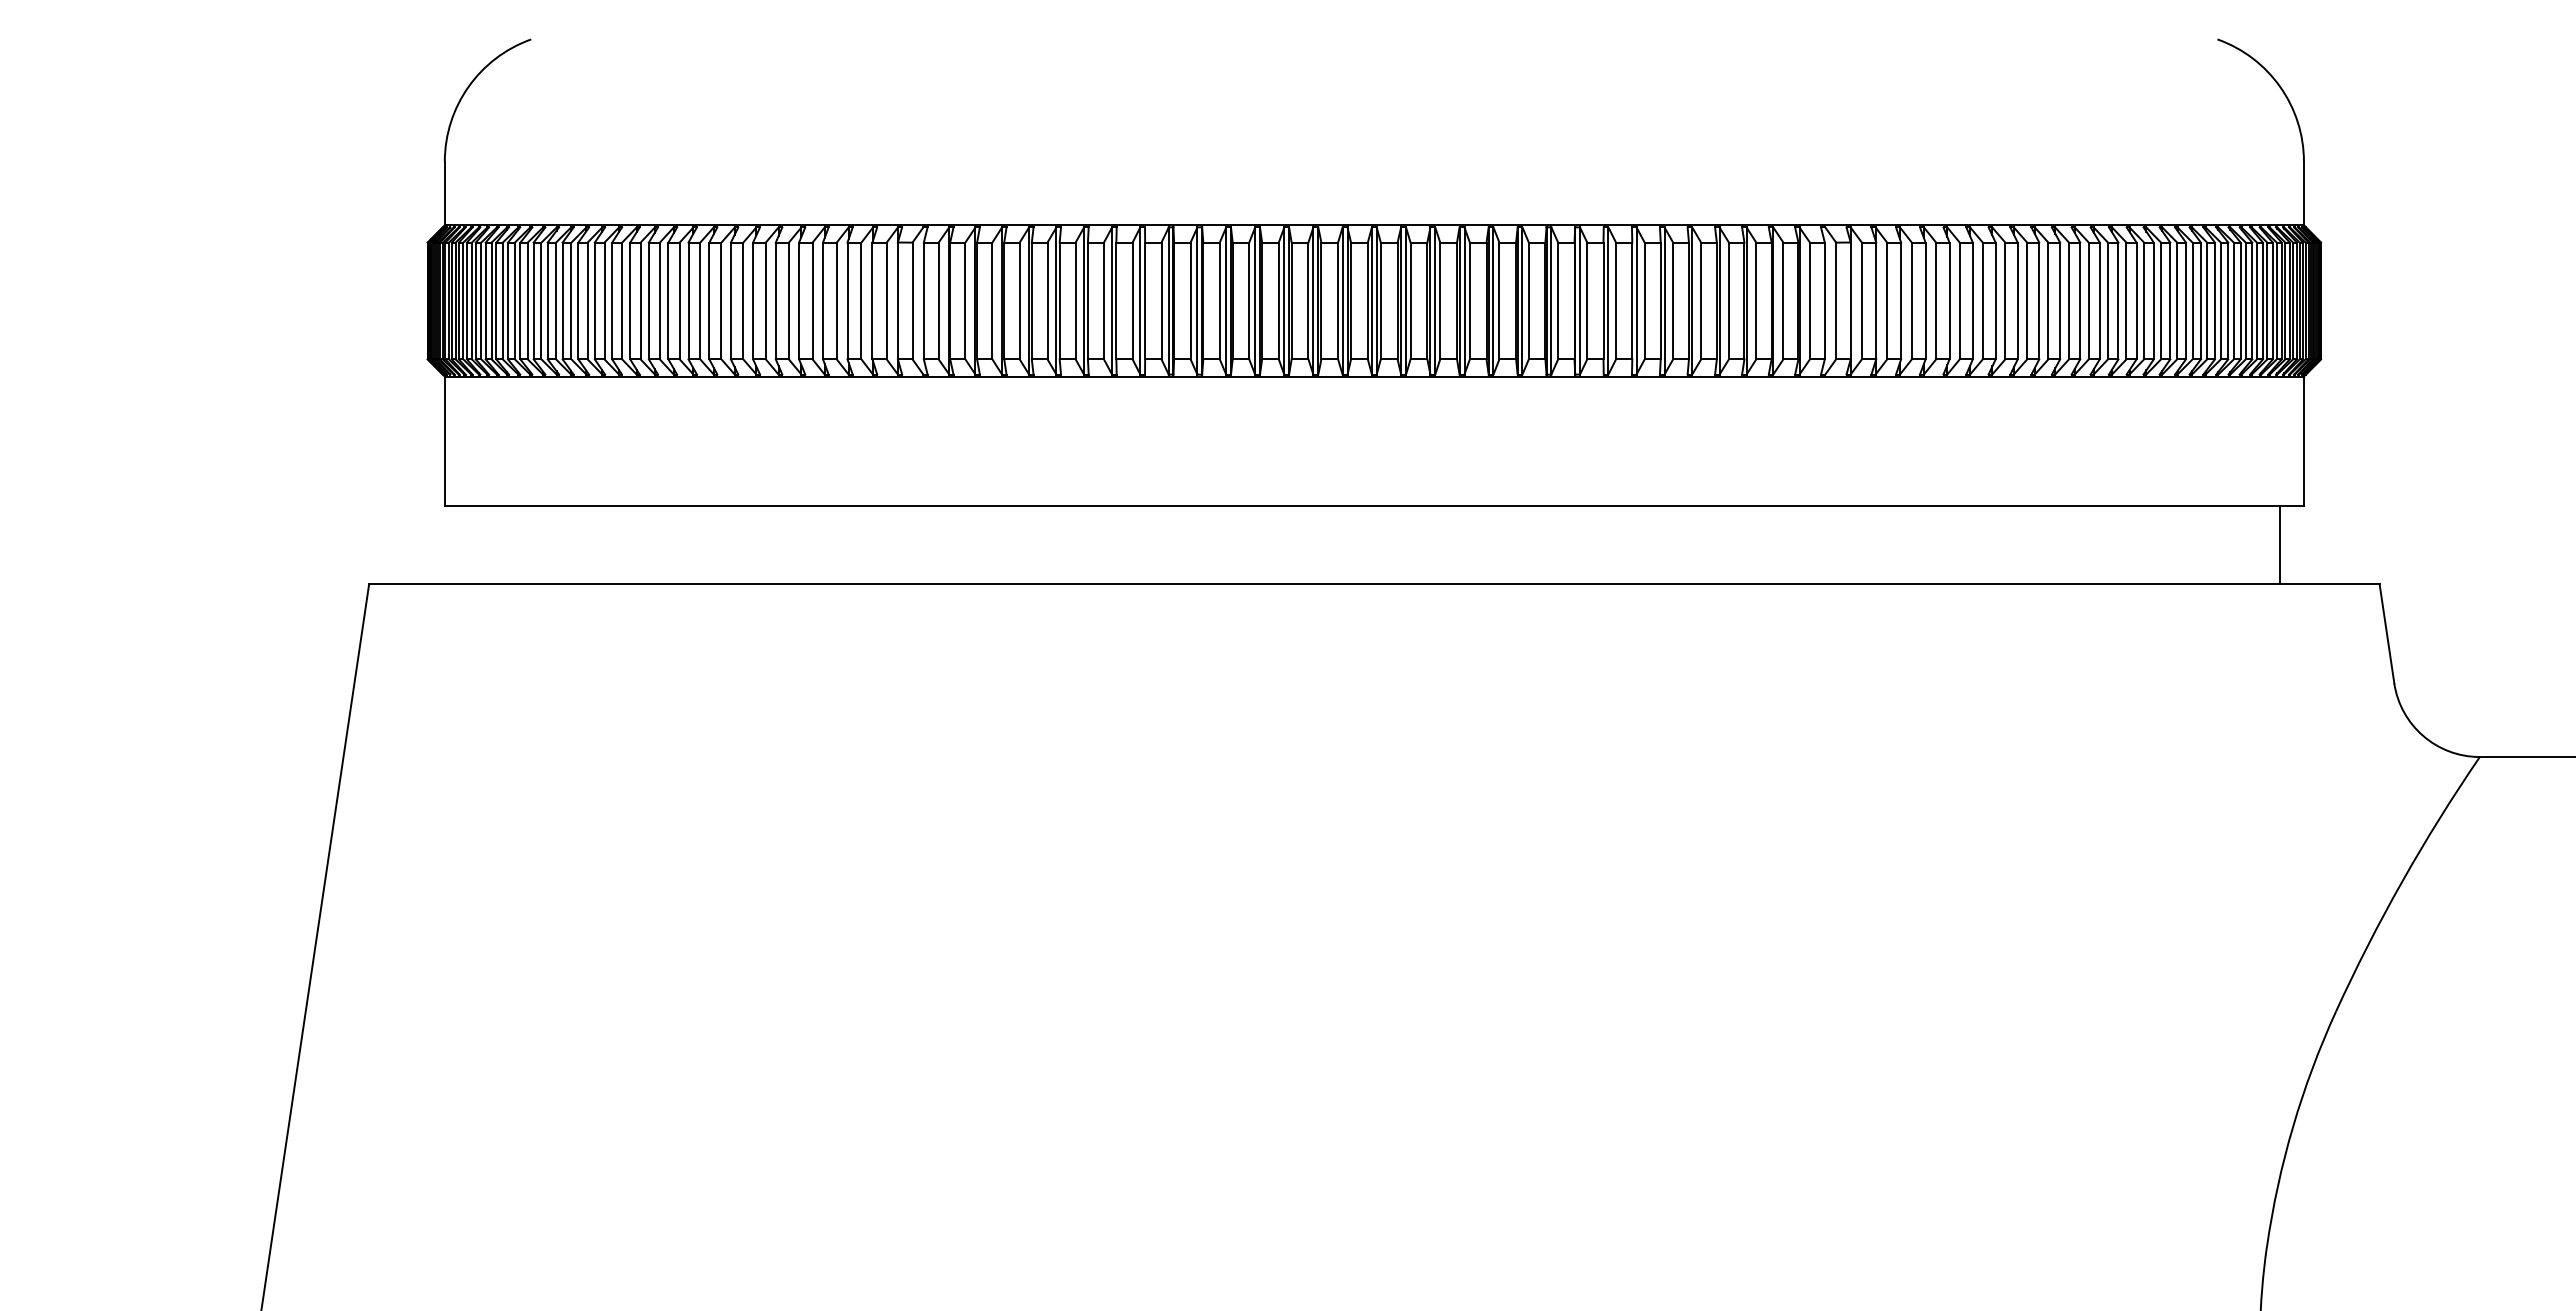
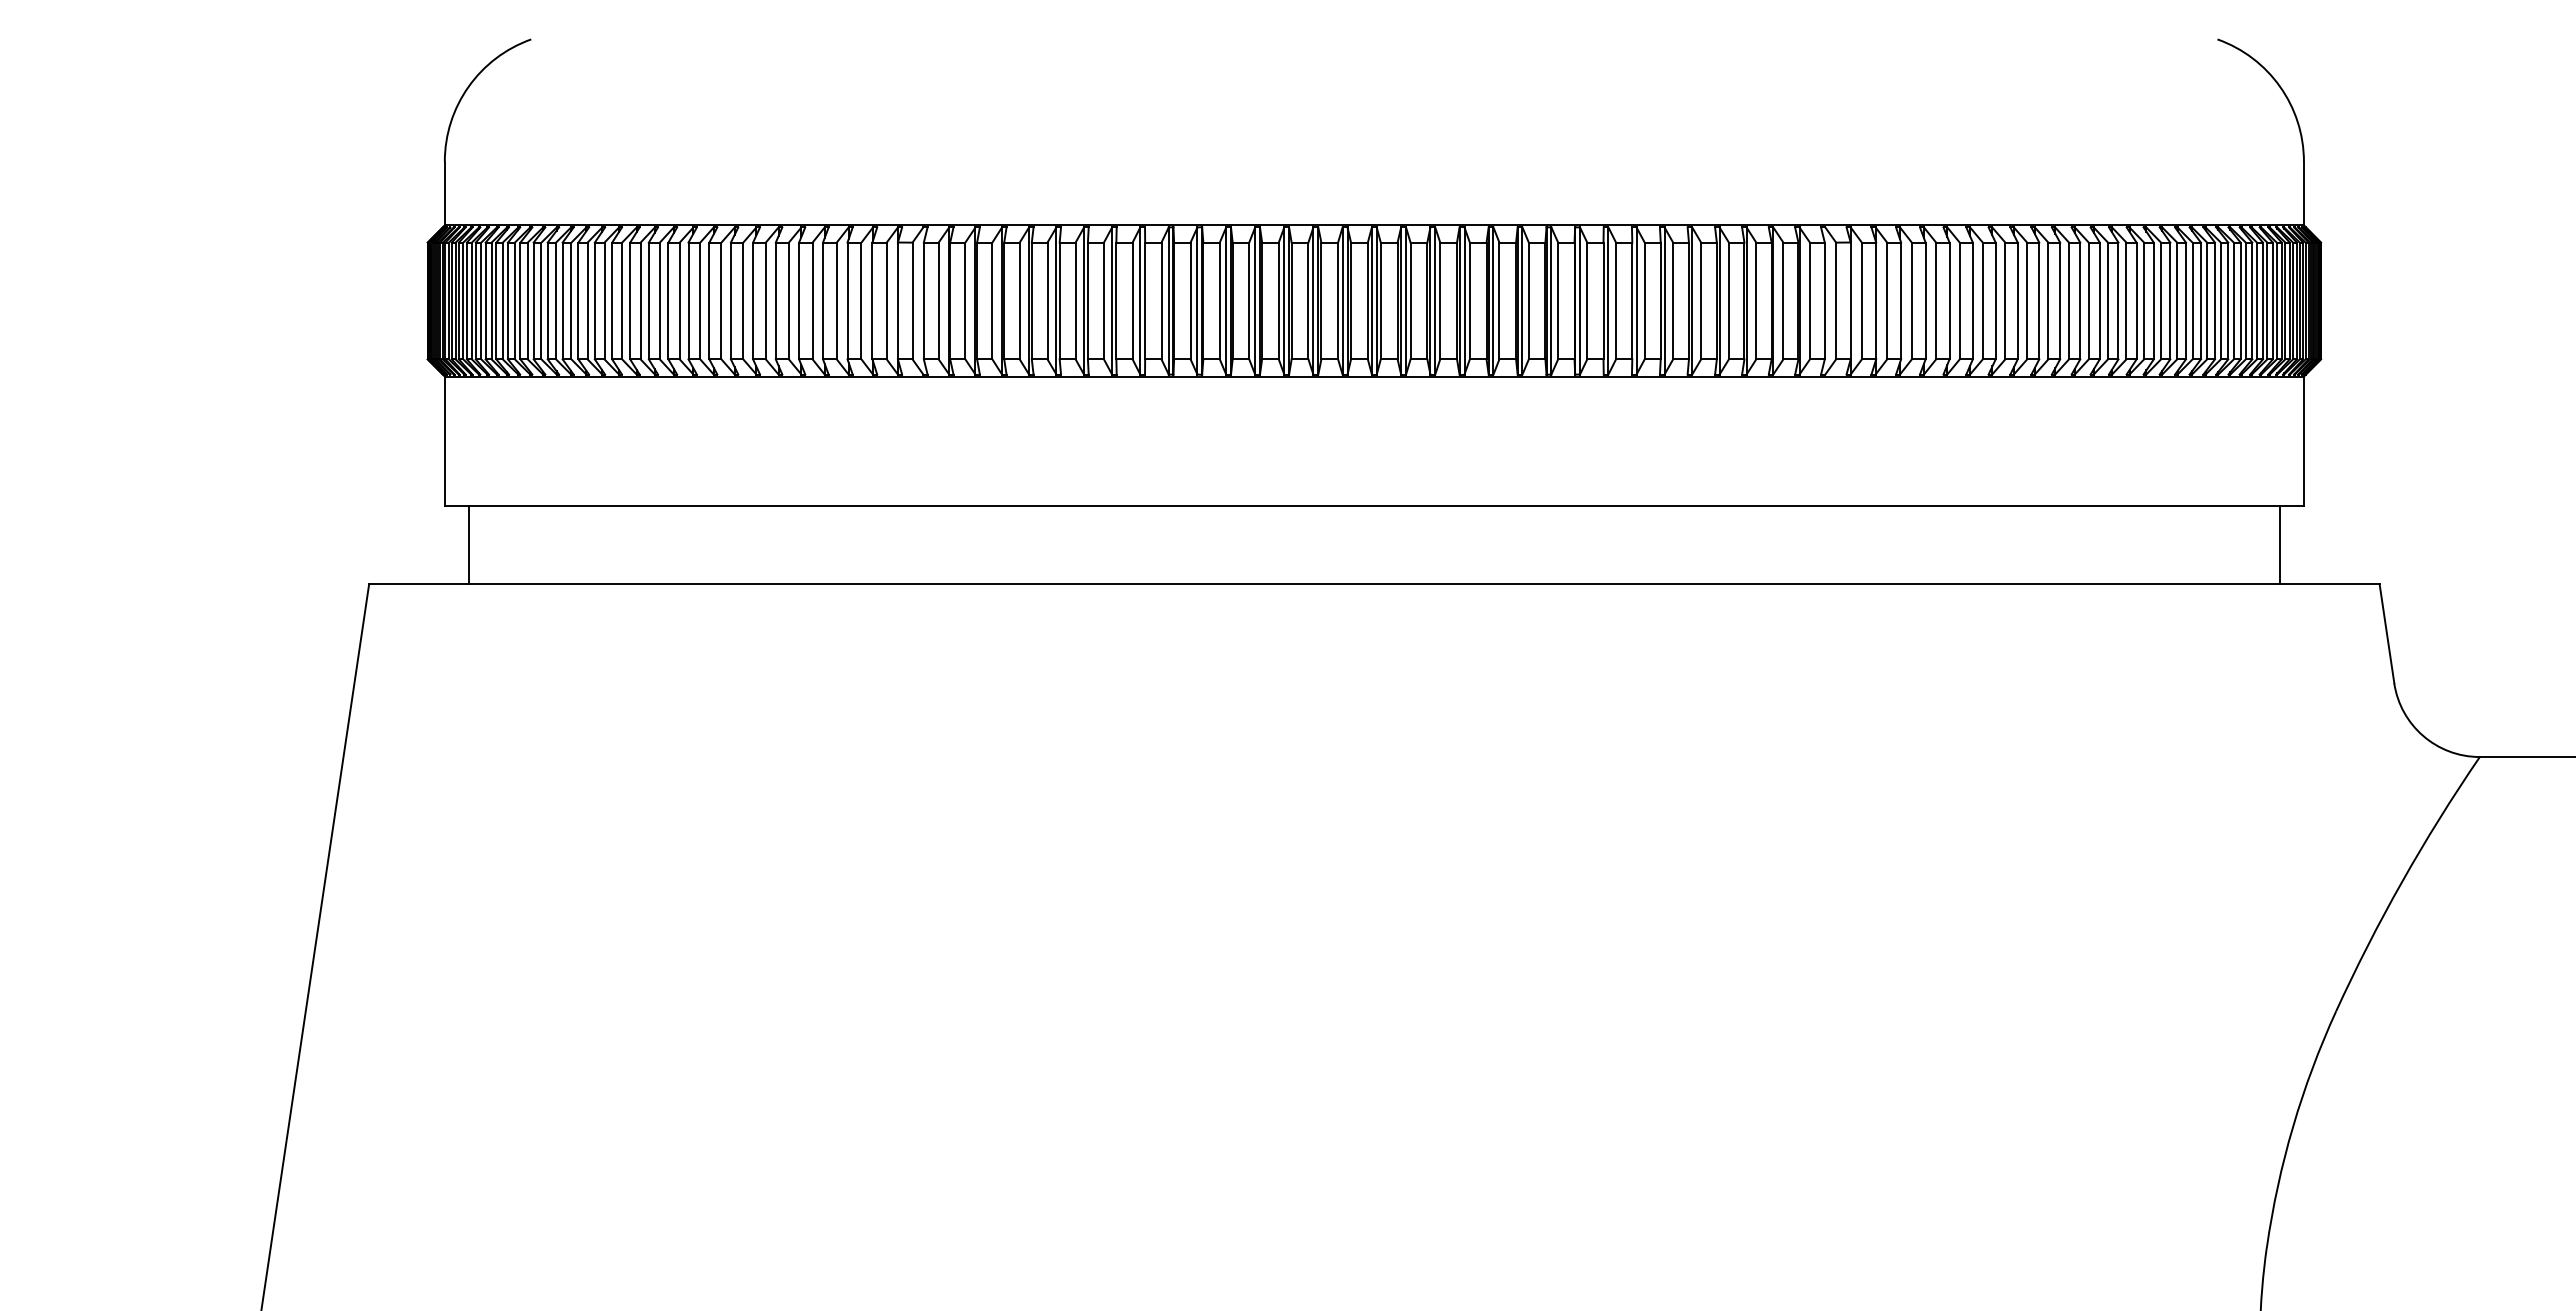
line at (468, 545): none -> present
